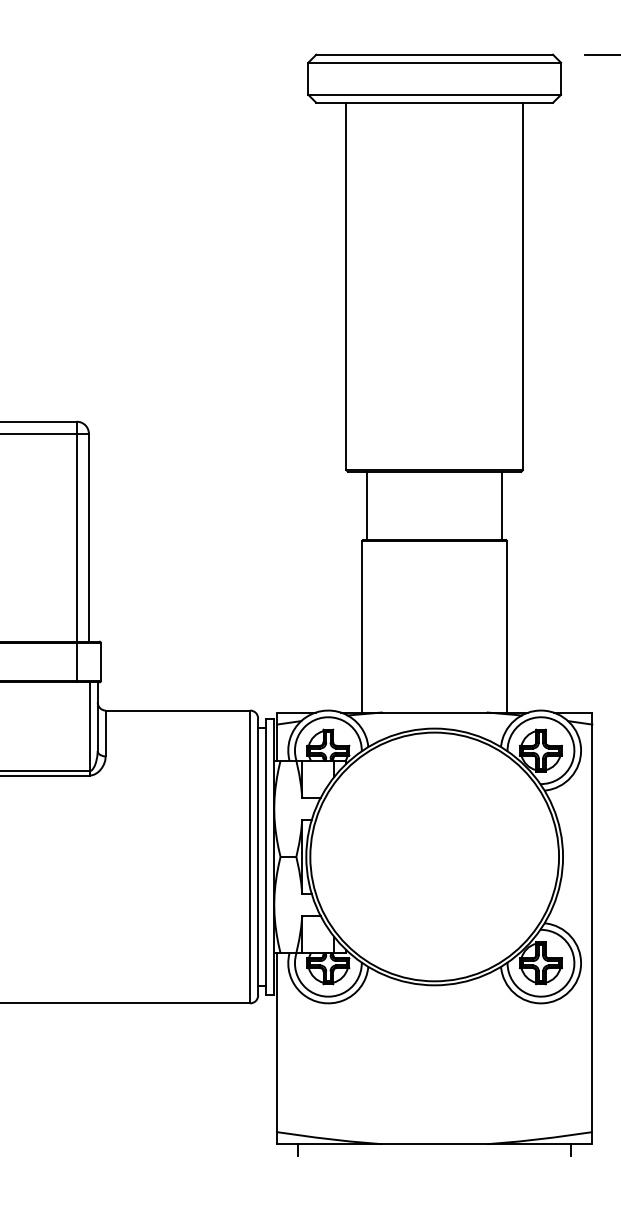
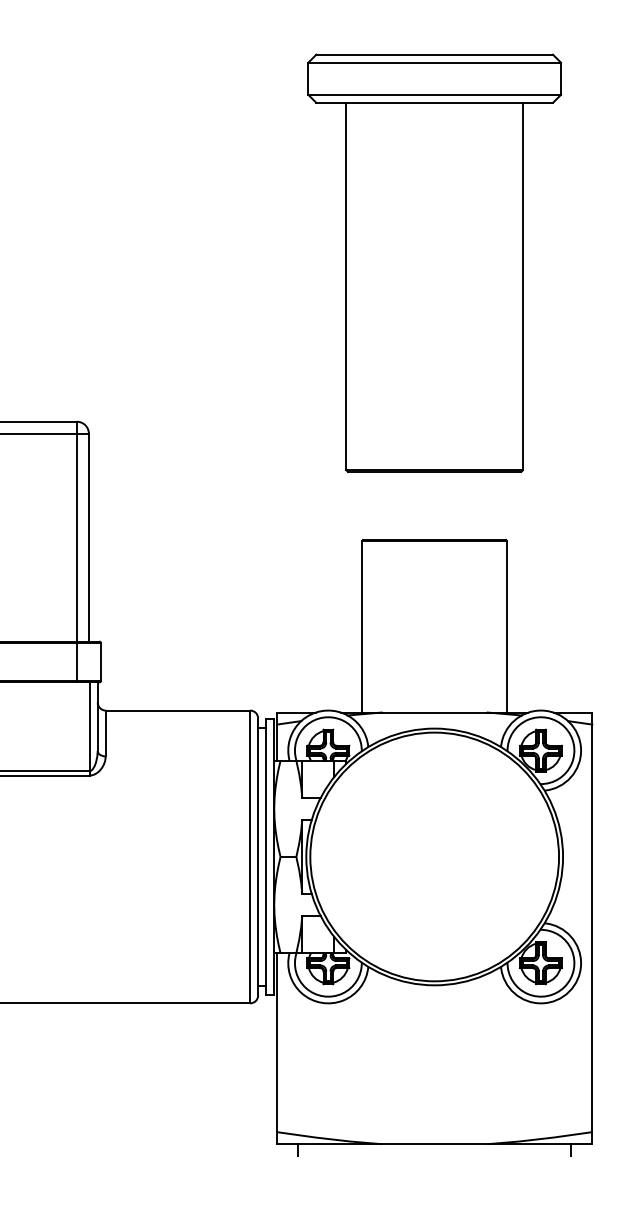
line at (601, 54): present -> none
line at (367, 505): present -> none
line at (502, 505): present -> none
